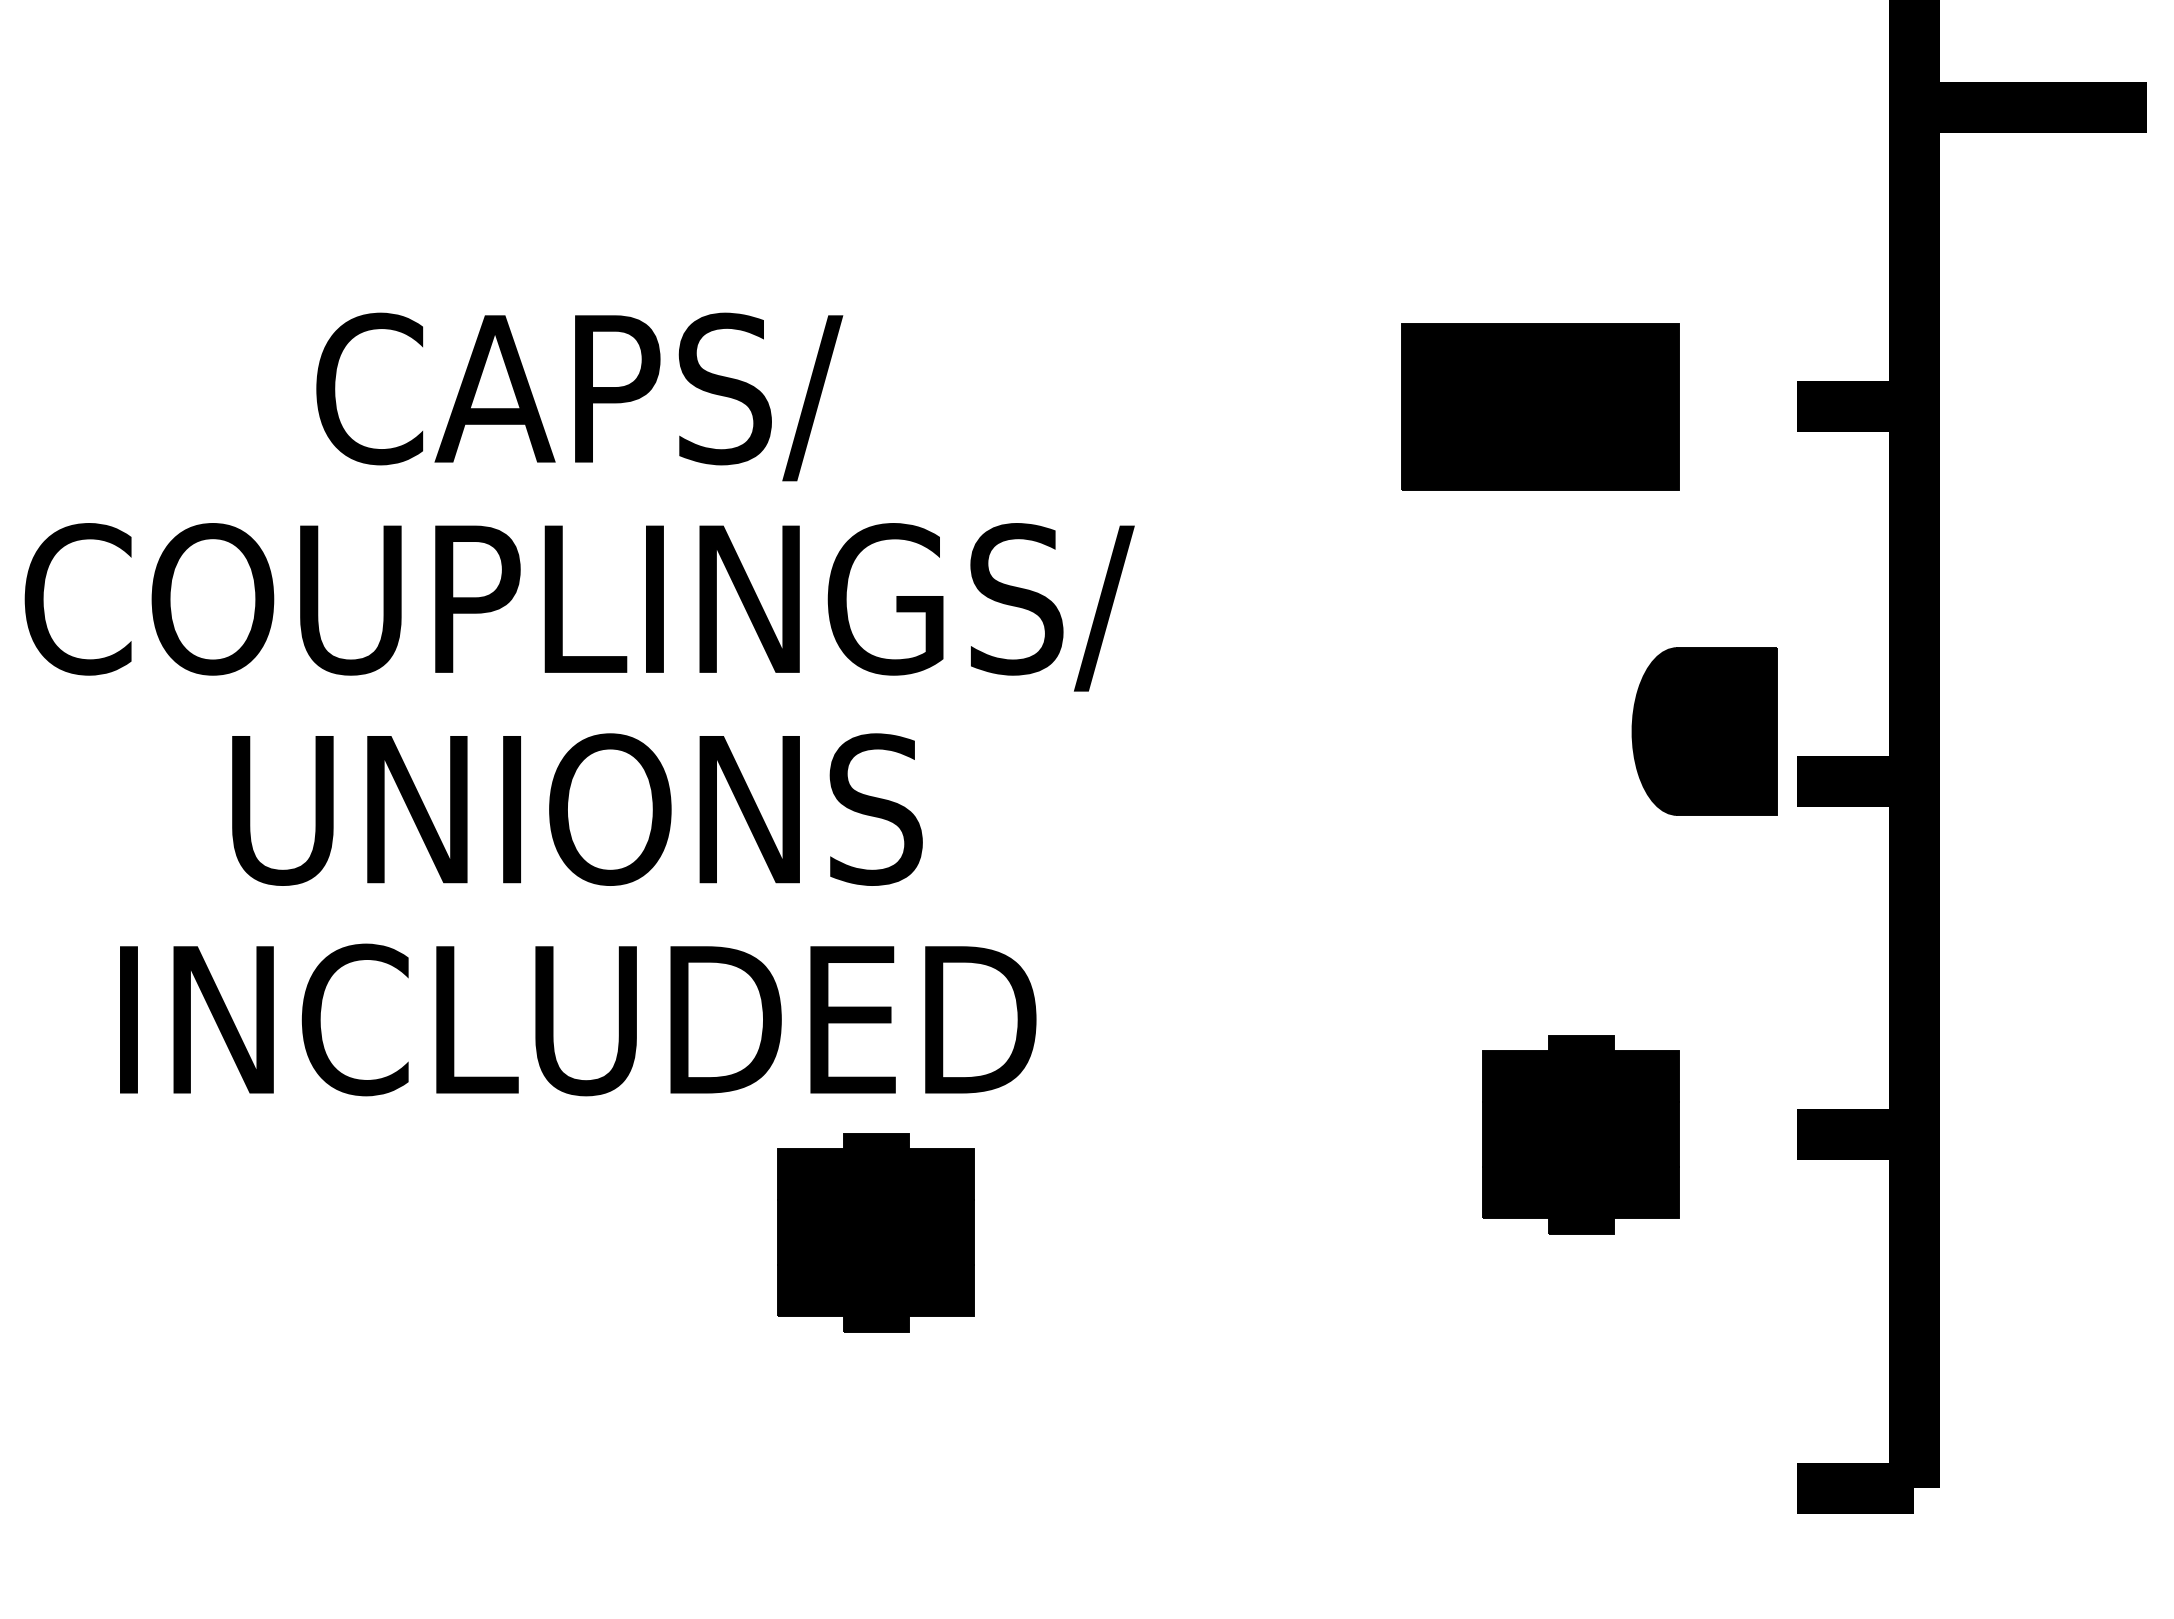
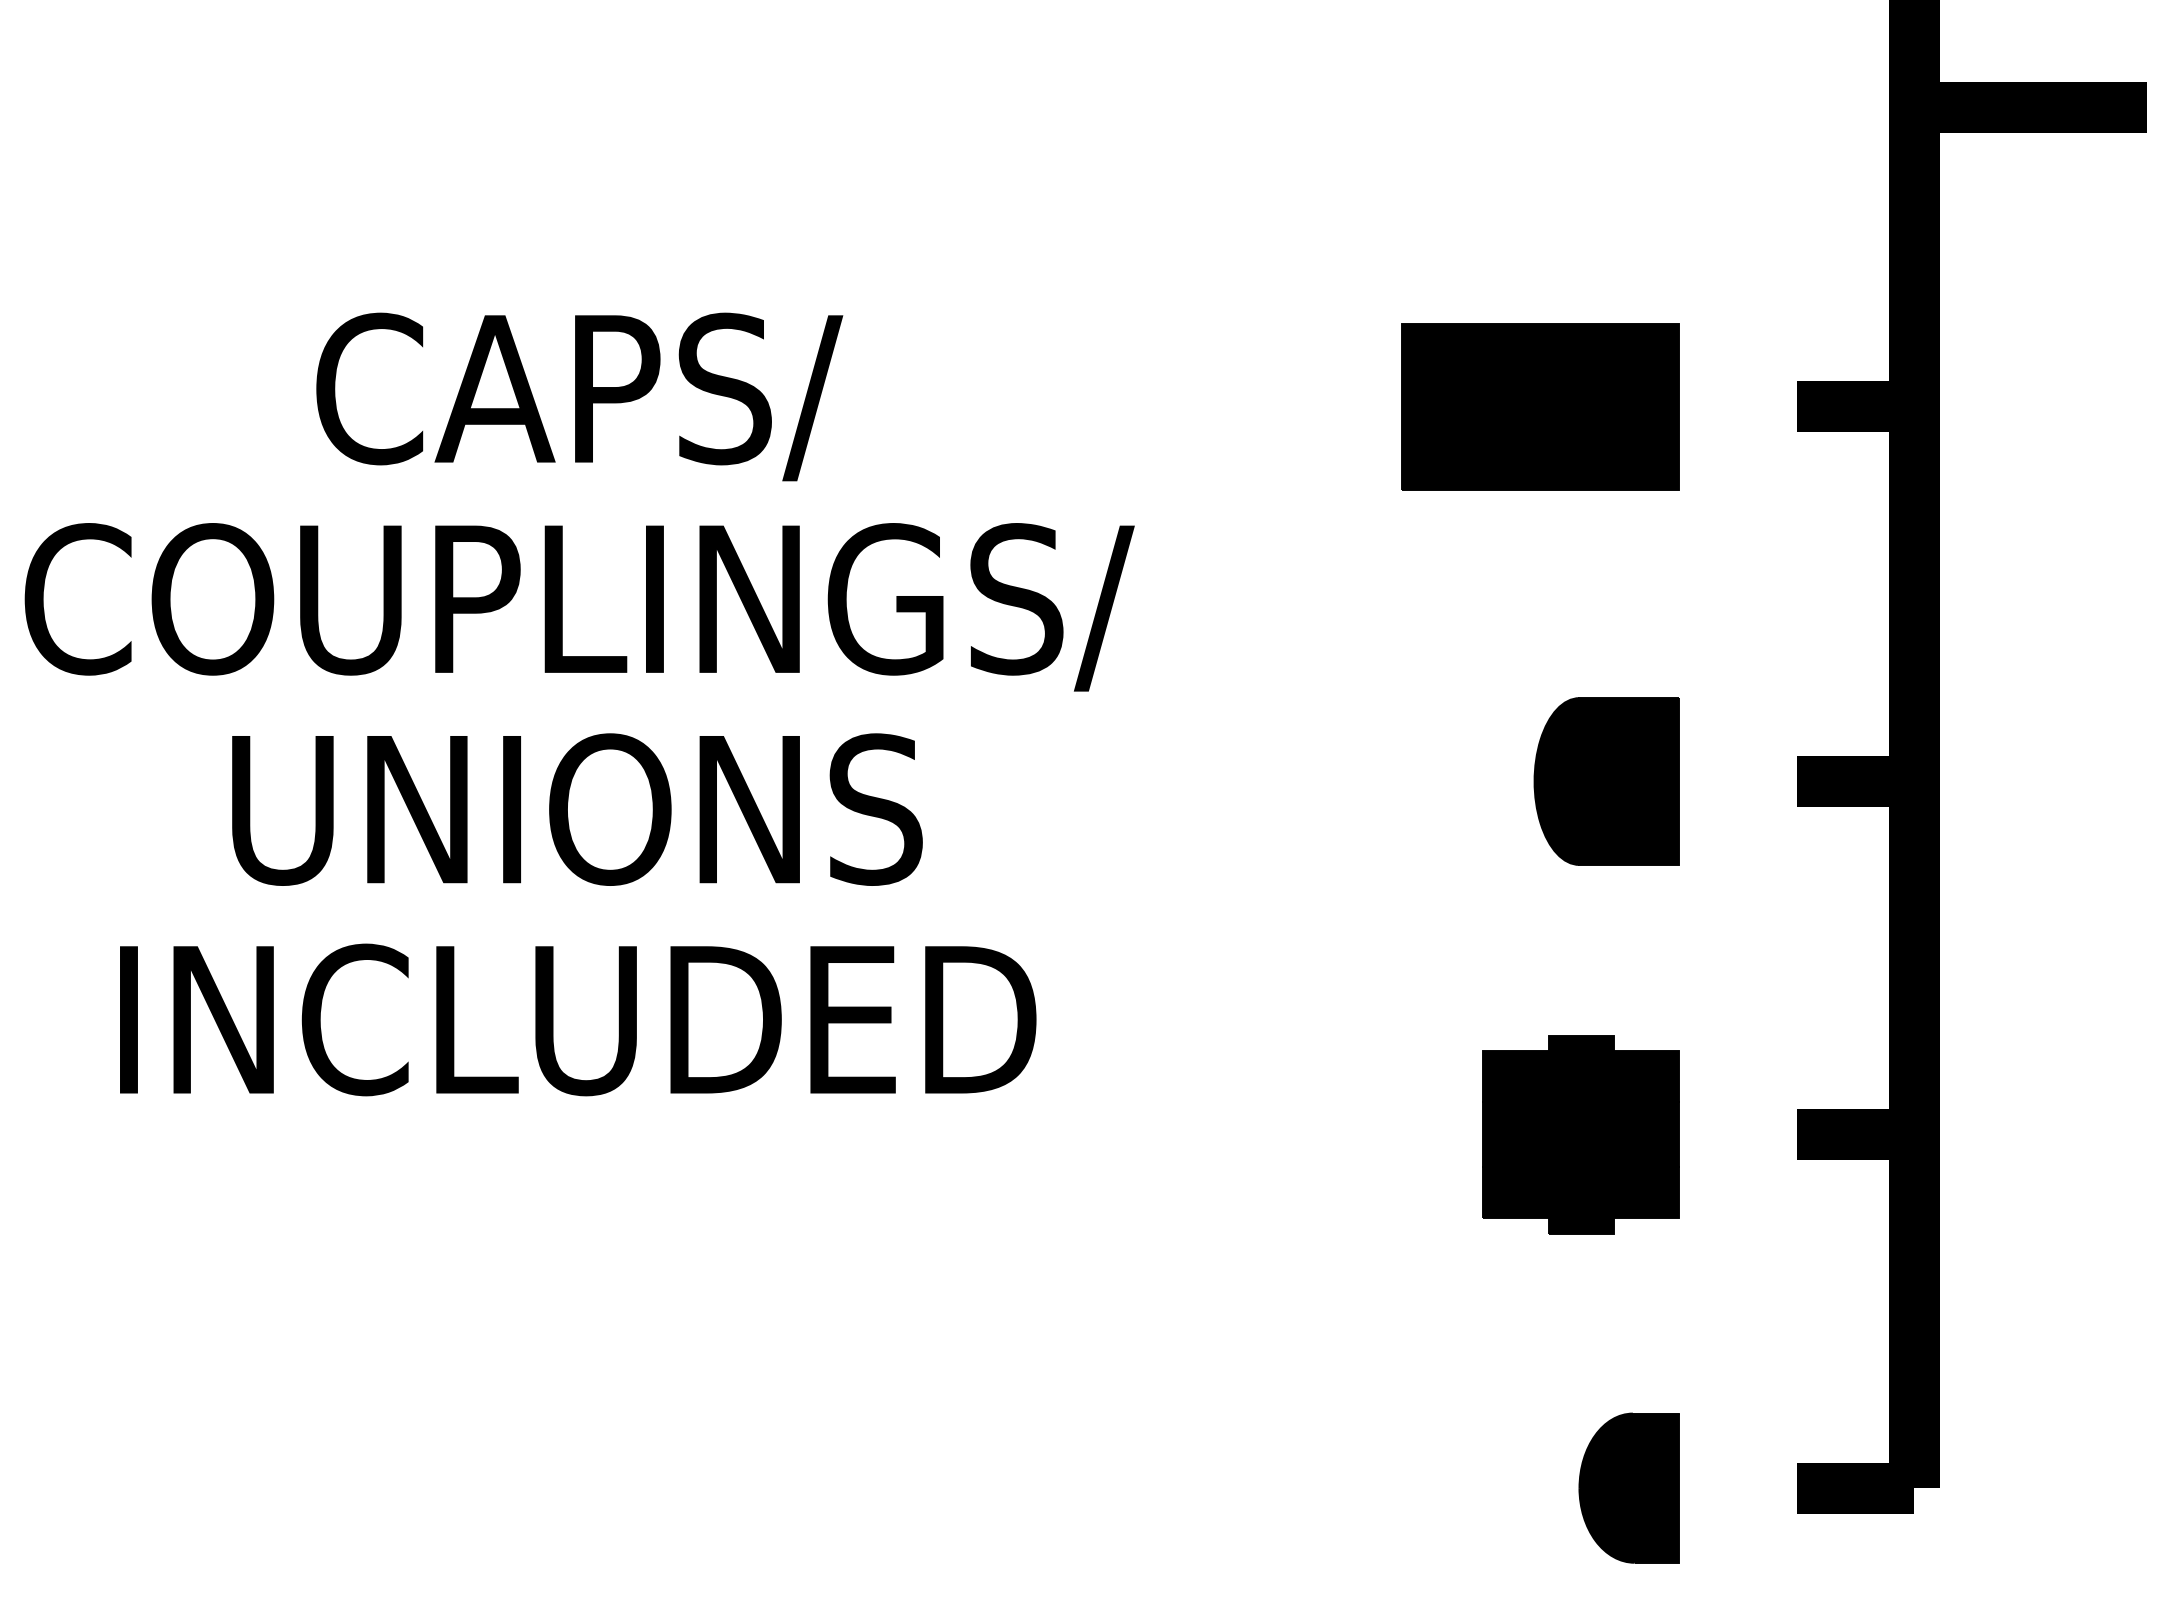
part at (1704, 731) position: (1704, 731) -> (1606, 781)
part at (875, 1232): present -> none
part at (1628, 1487): none -> present
